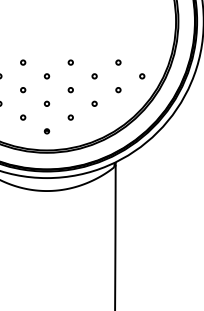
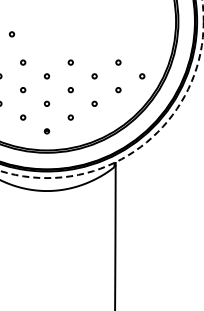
part at (11, 34): none -> present
circle at (101, 89): solid -> dashed
